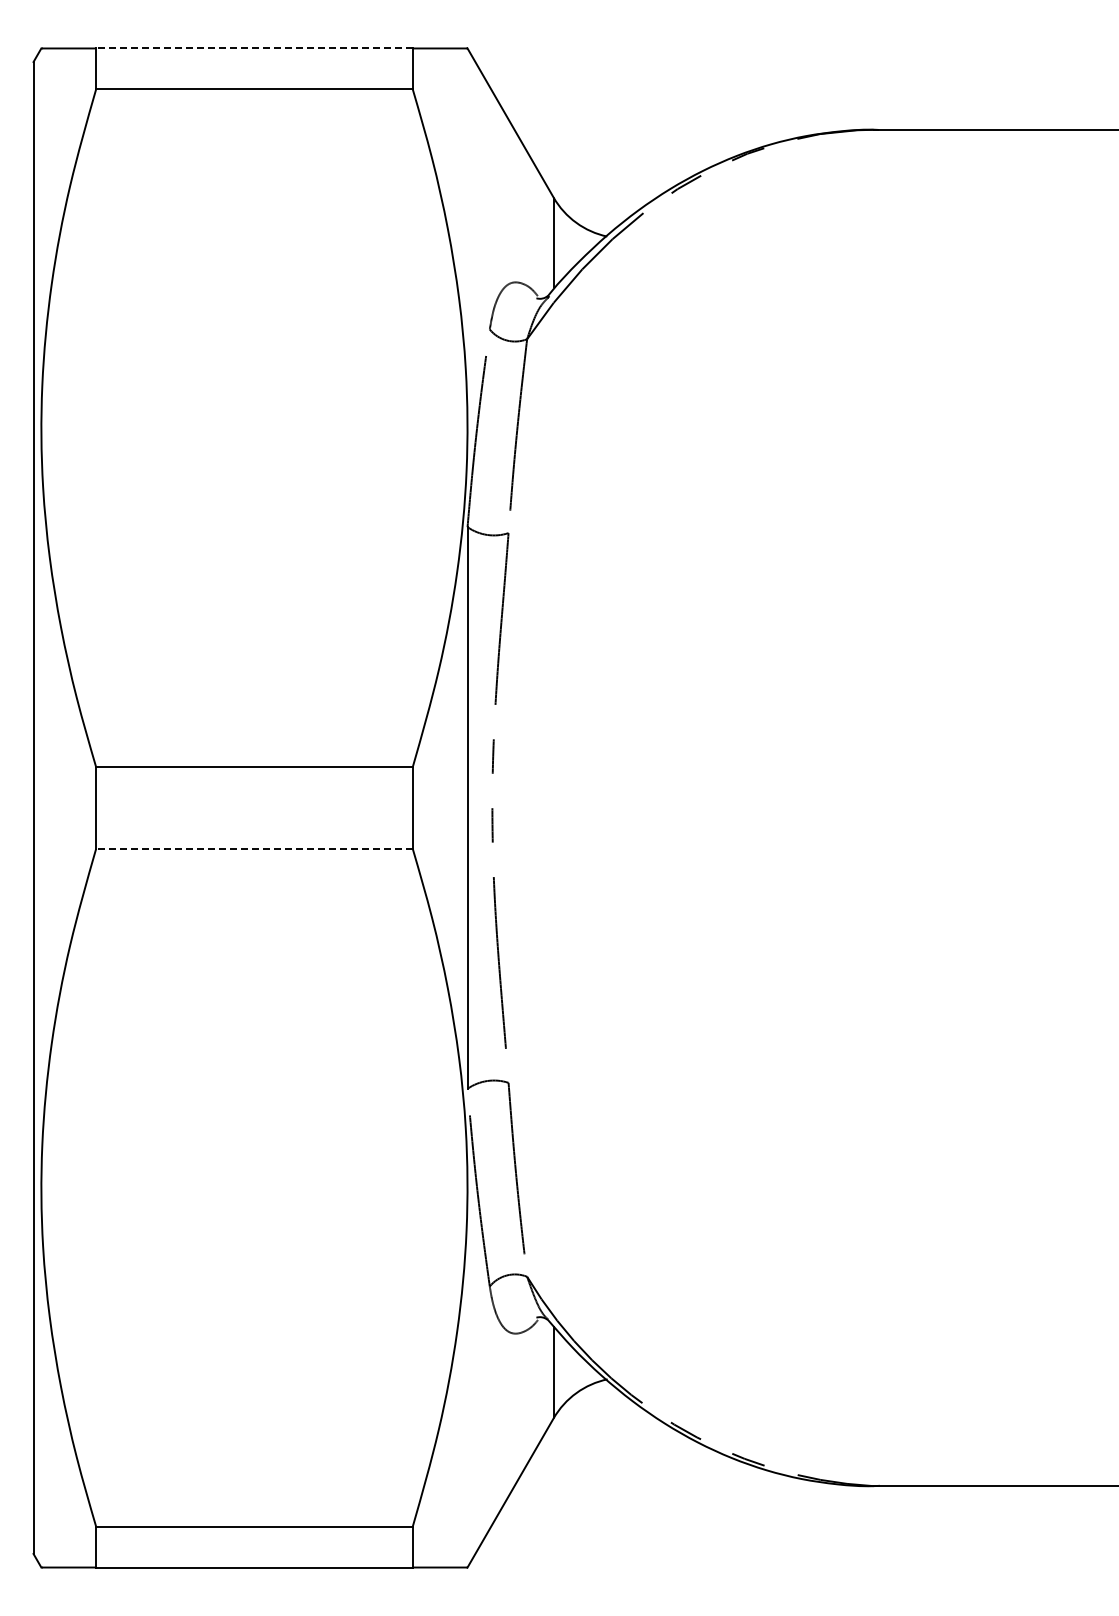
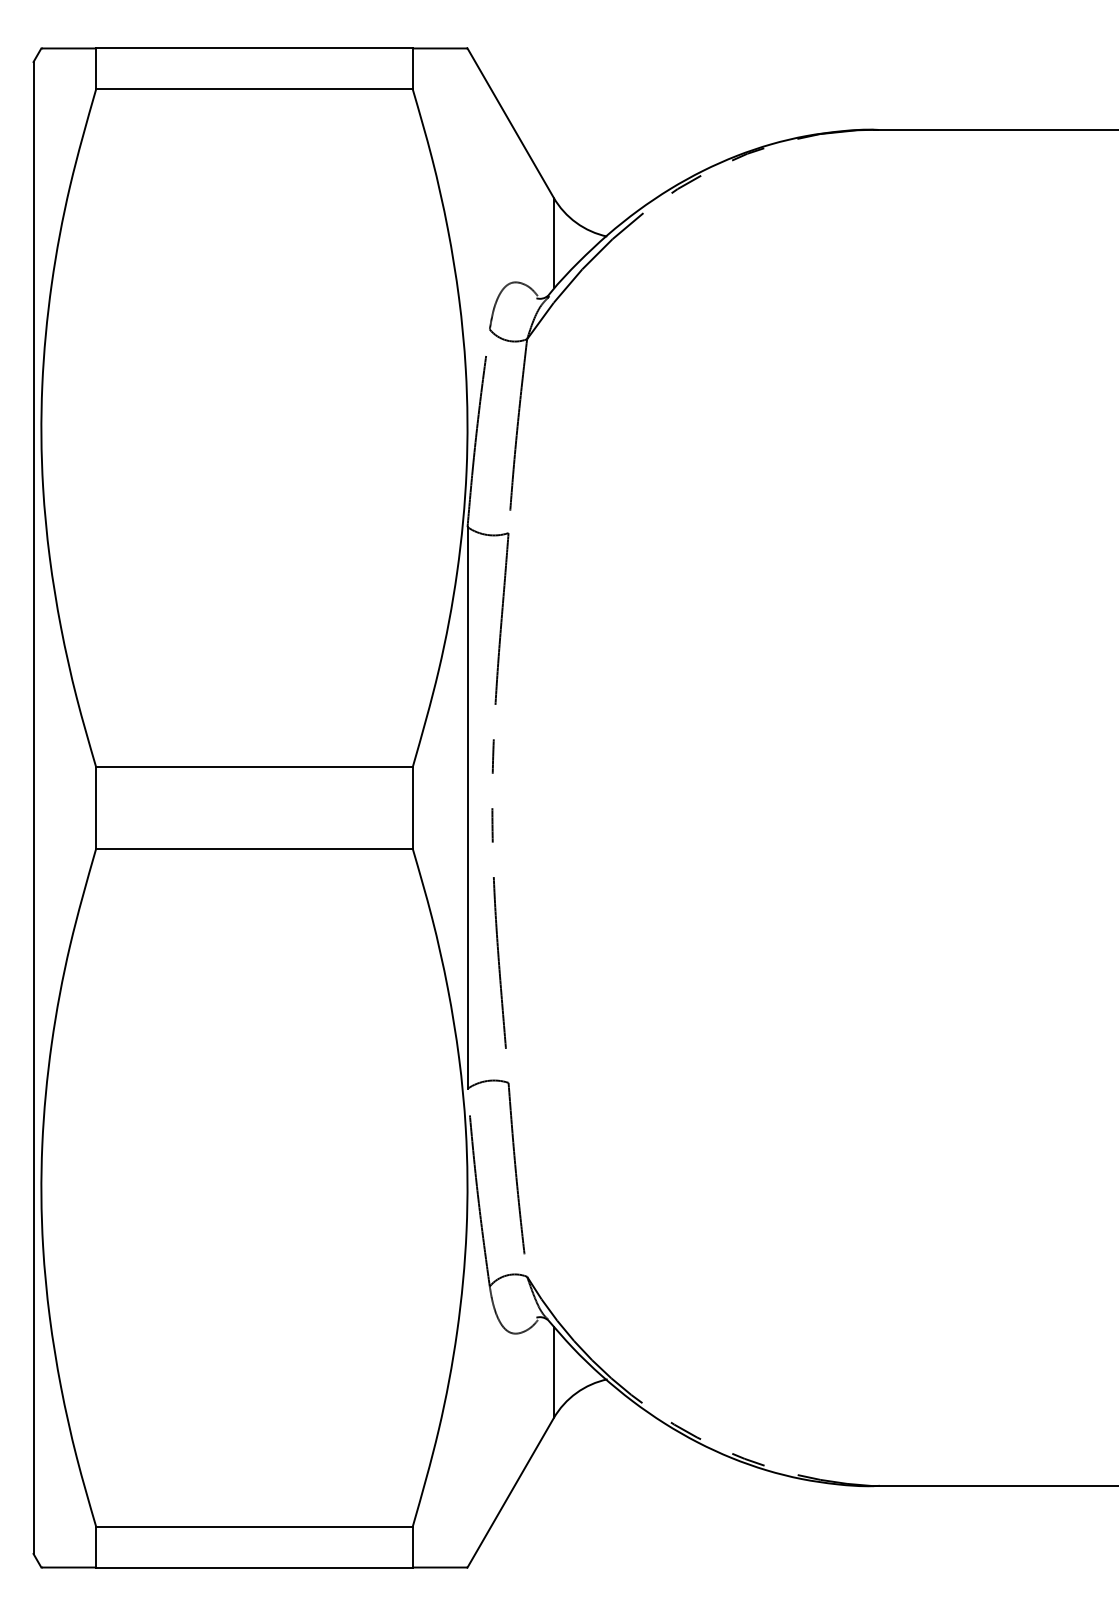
line at (253, 48): dashed -> solid
line at (253, 848): dashed -> solid
